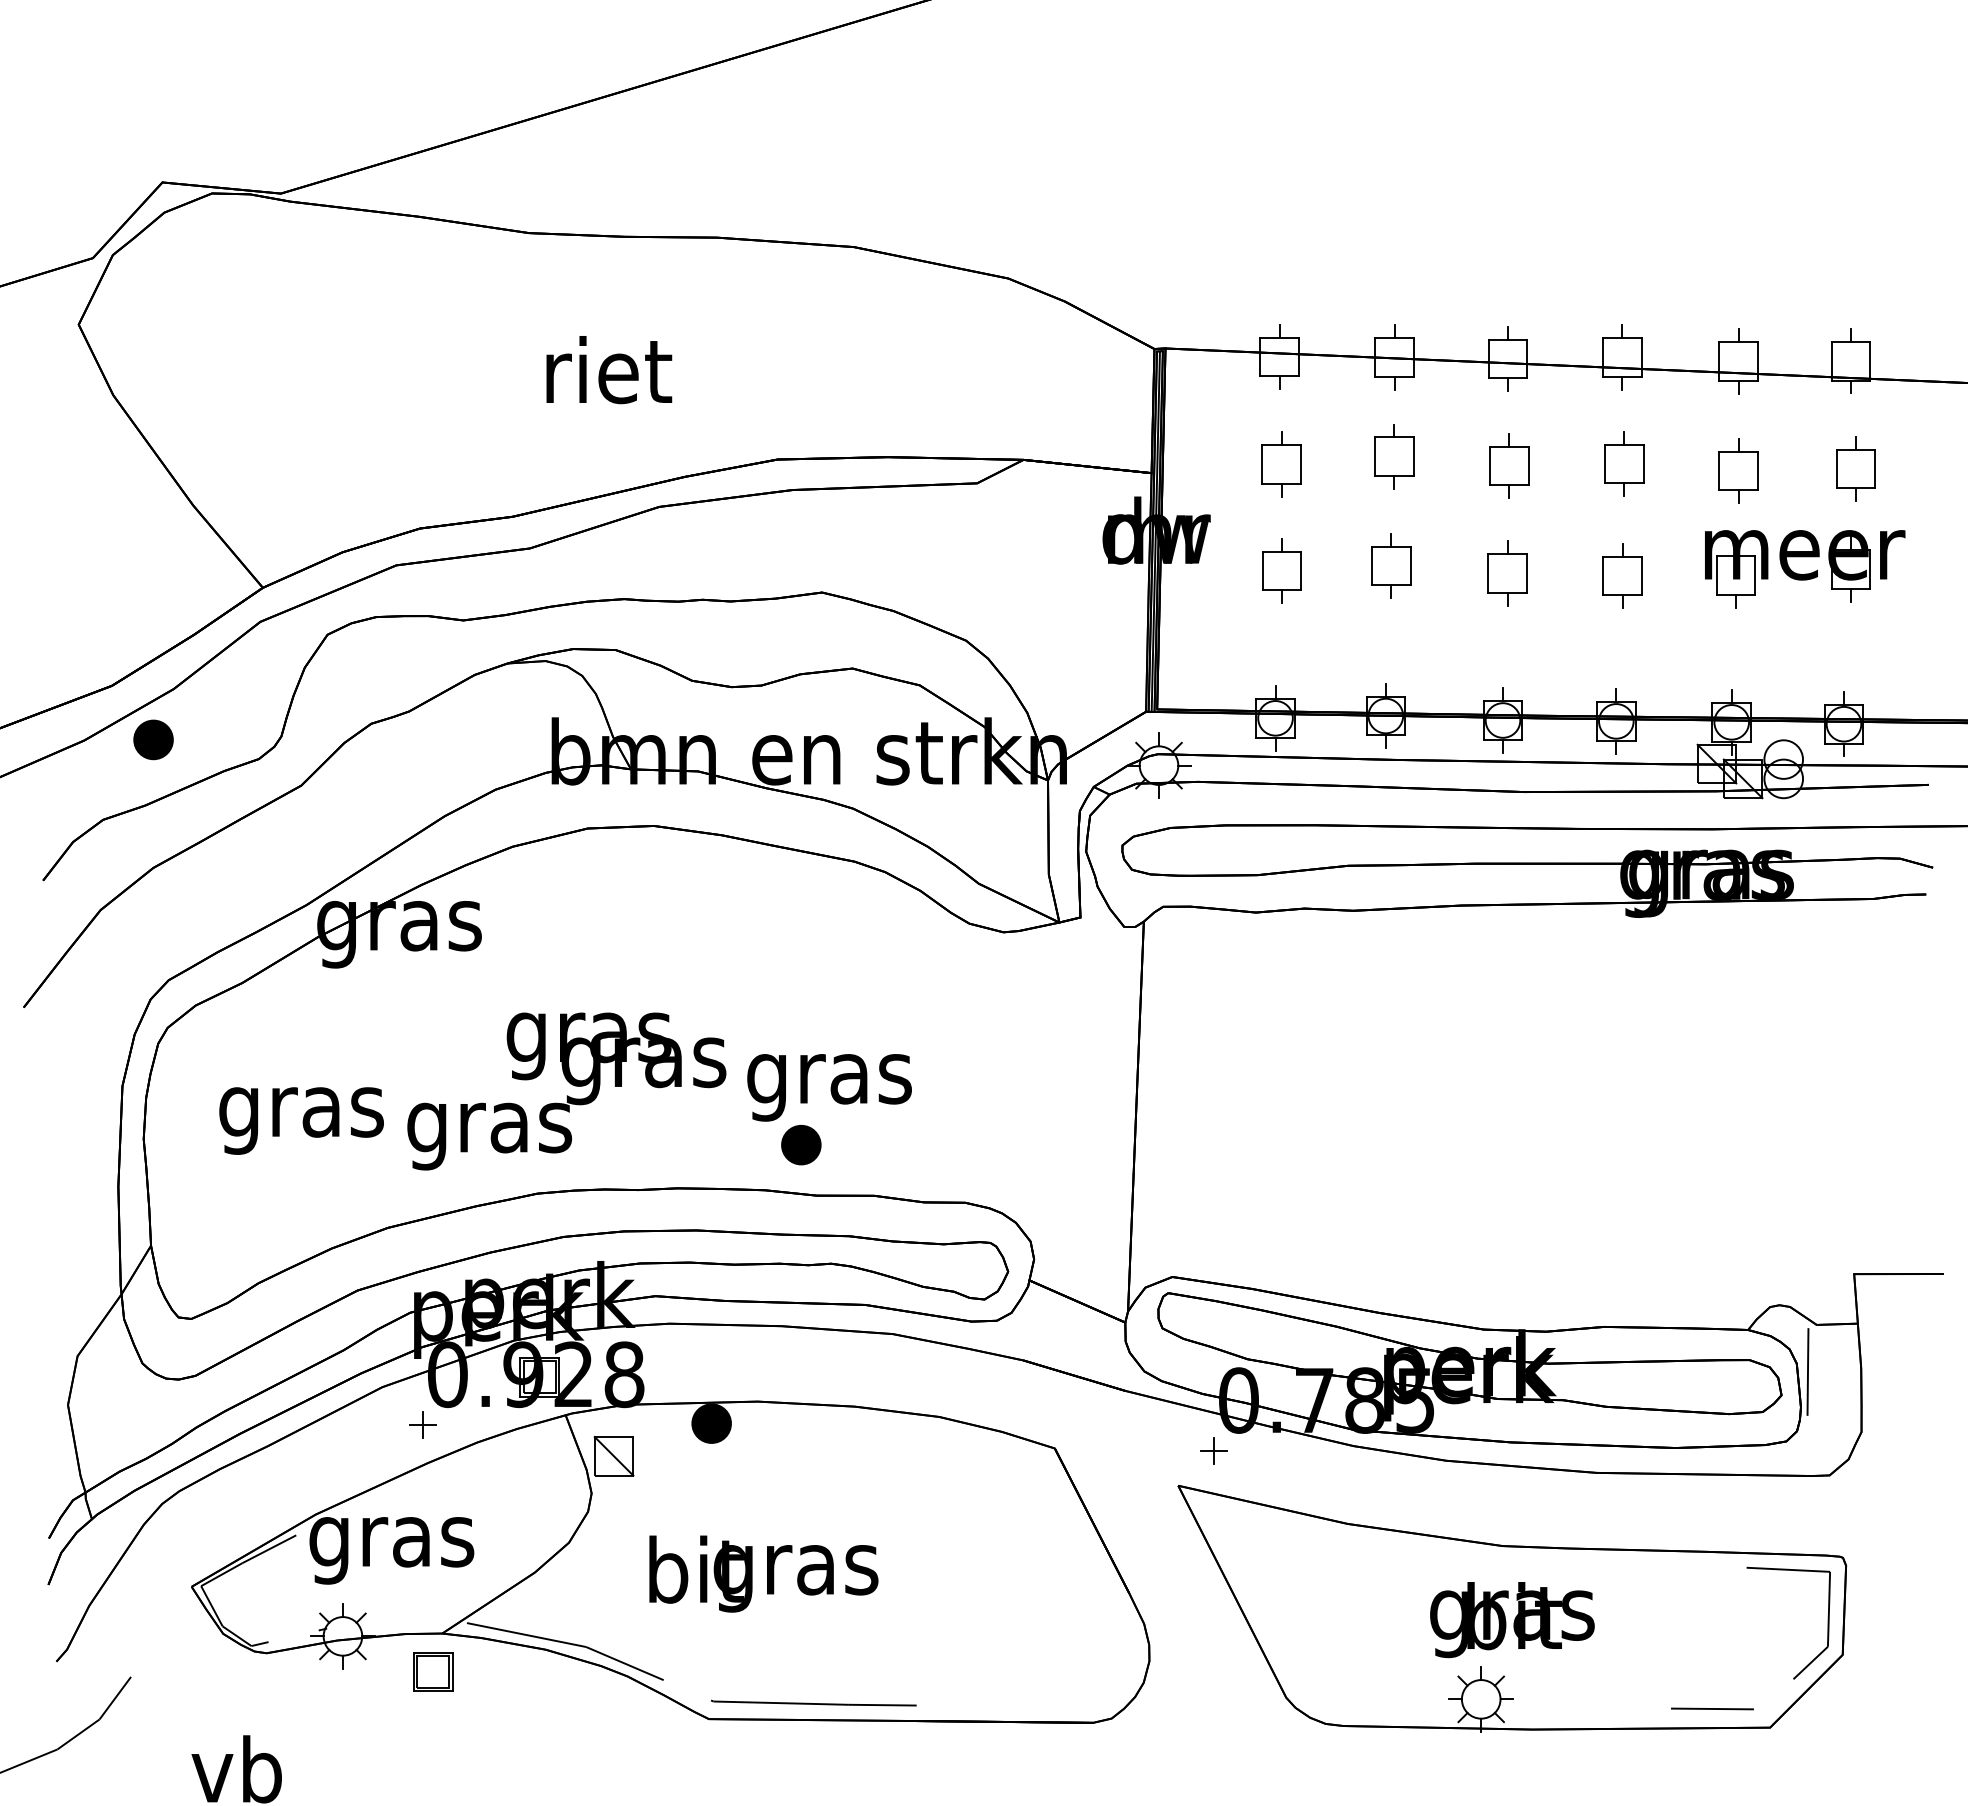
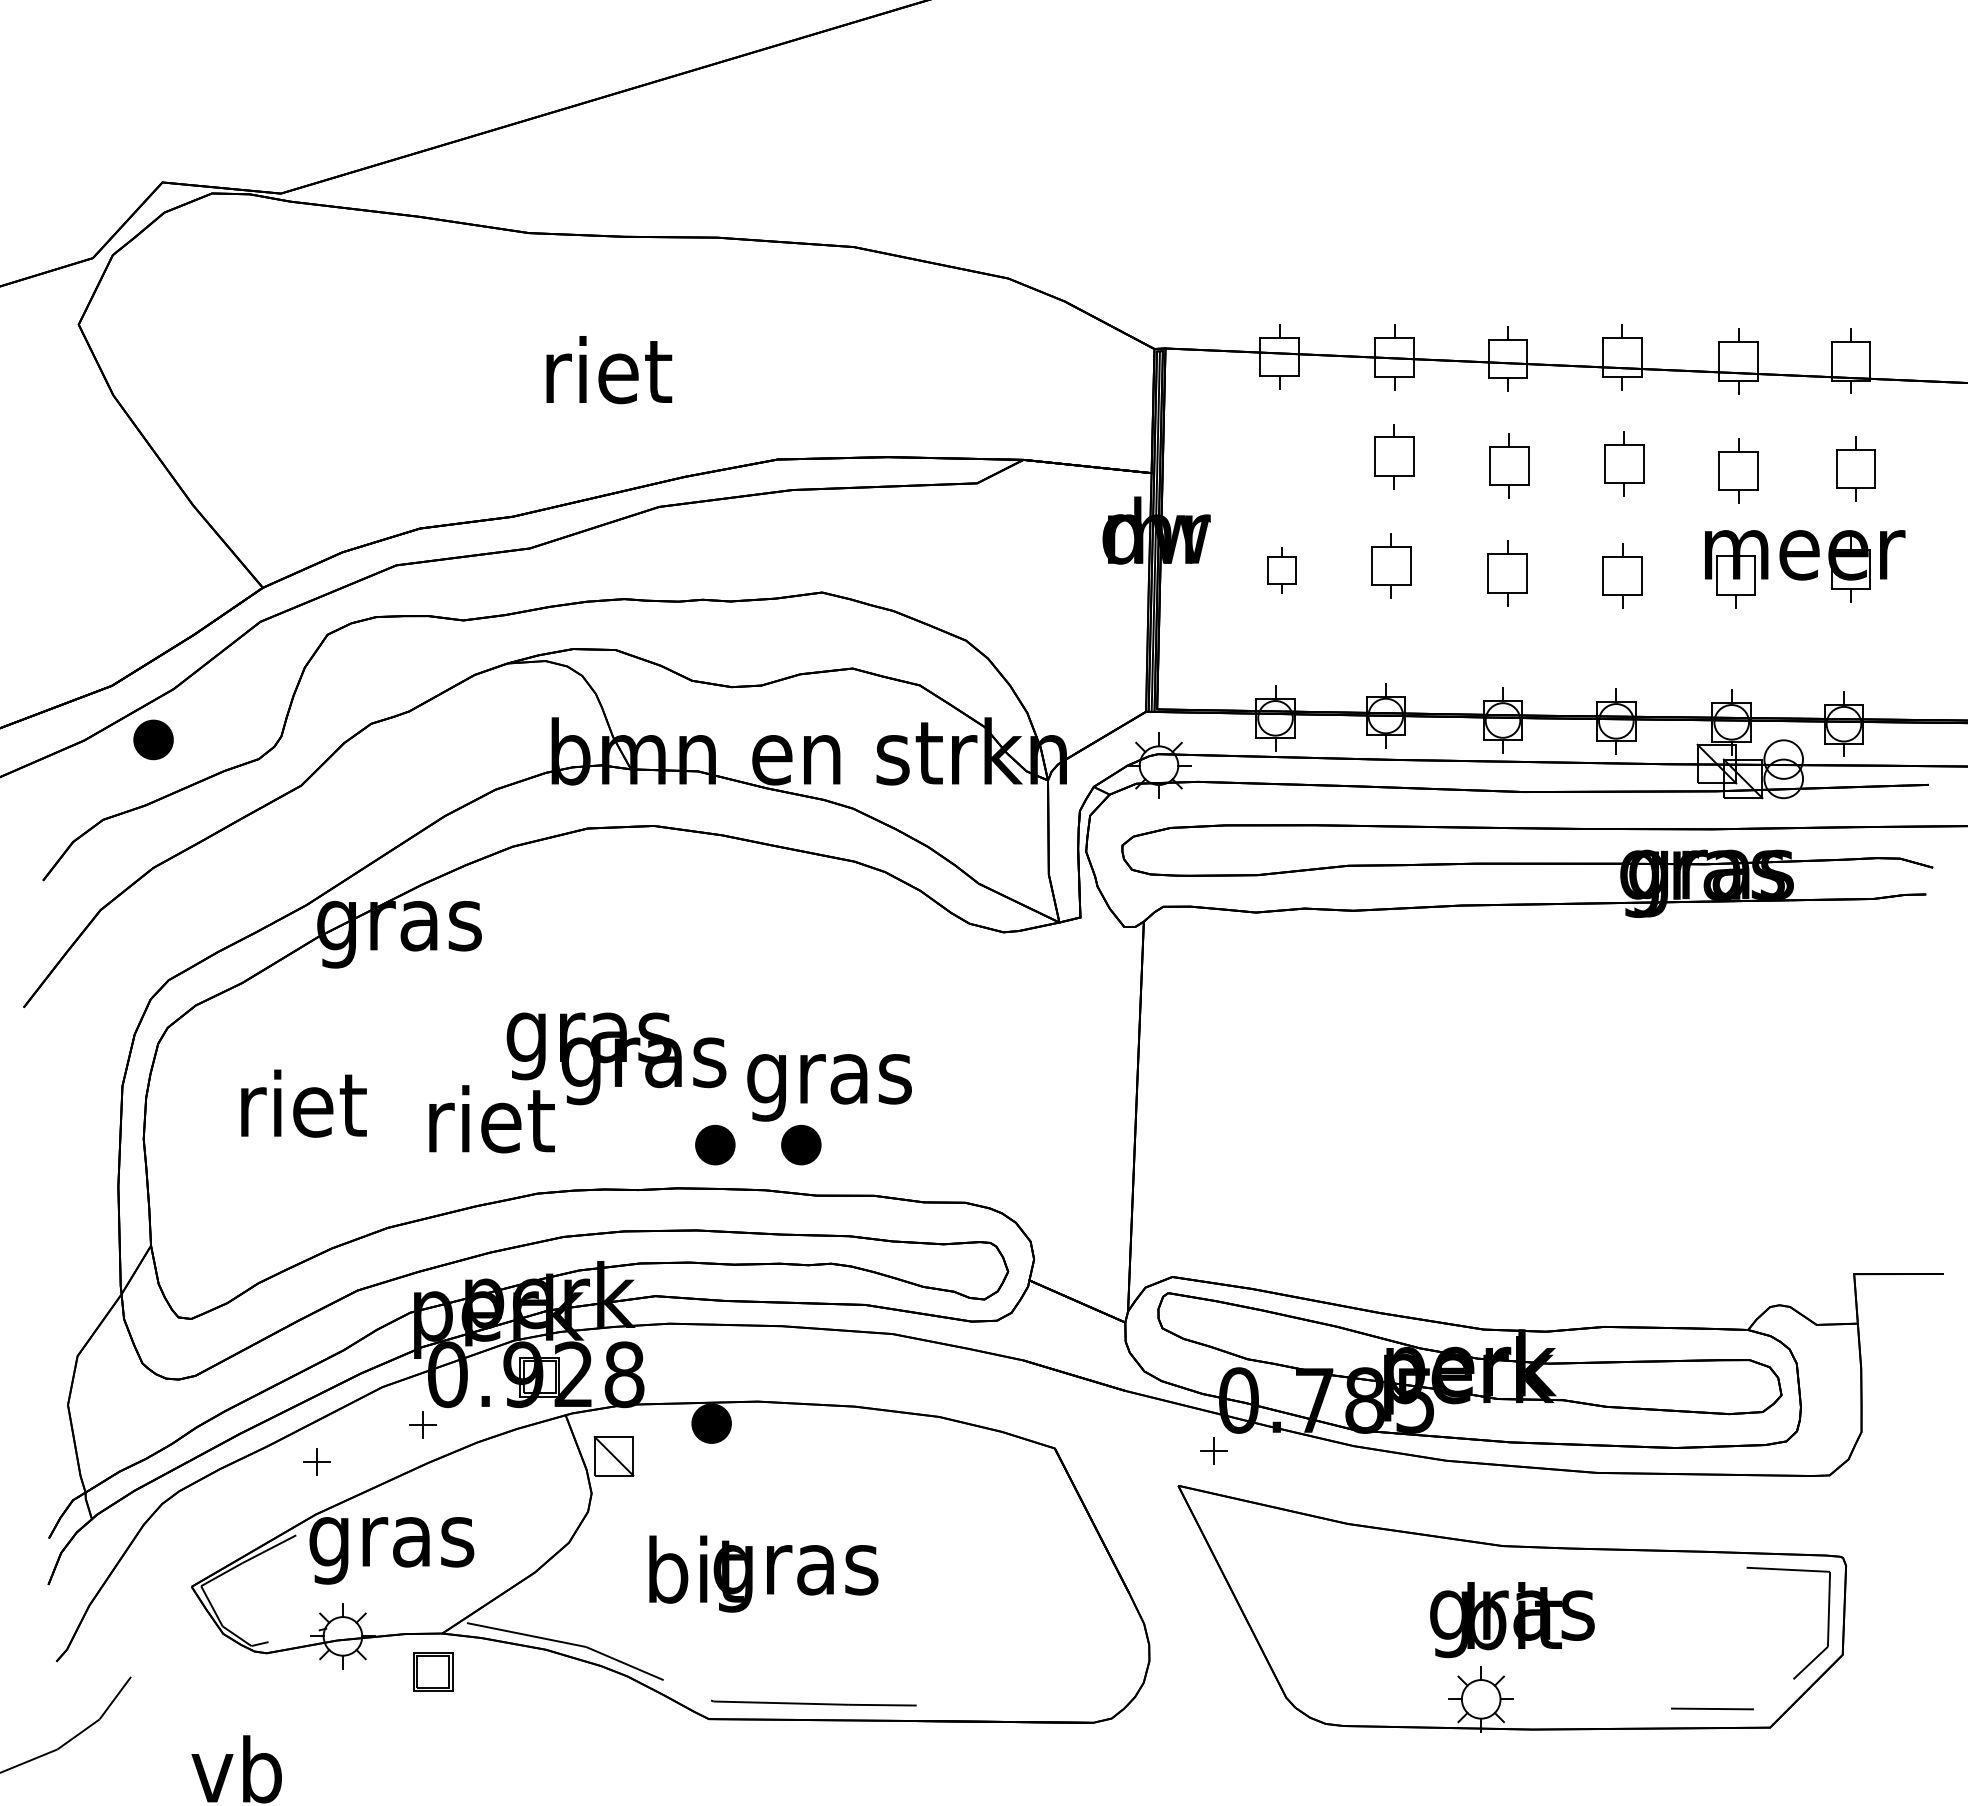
part at (1281, 464): present -> none
part at (1281, 570) size: 40x66 px -> 30x47 px
text at (301, 1111): gras -> riet
text at (489, 1127): gras -> riet
part at (715, 1144): none -> present
line at (1807, 1371): present -> none
part at (316, 1461): none -> present
